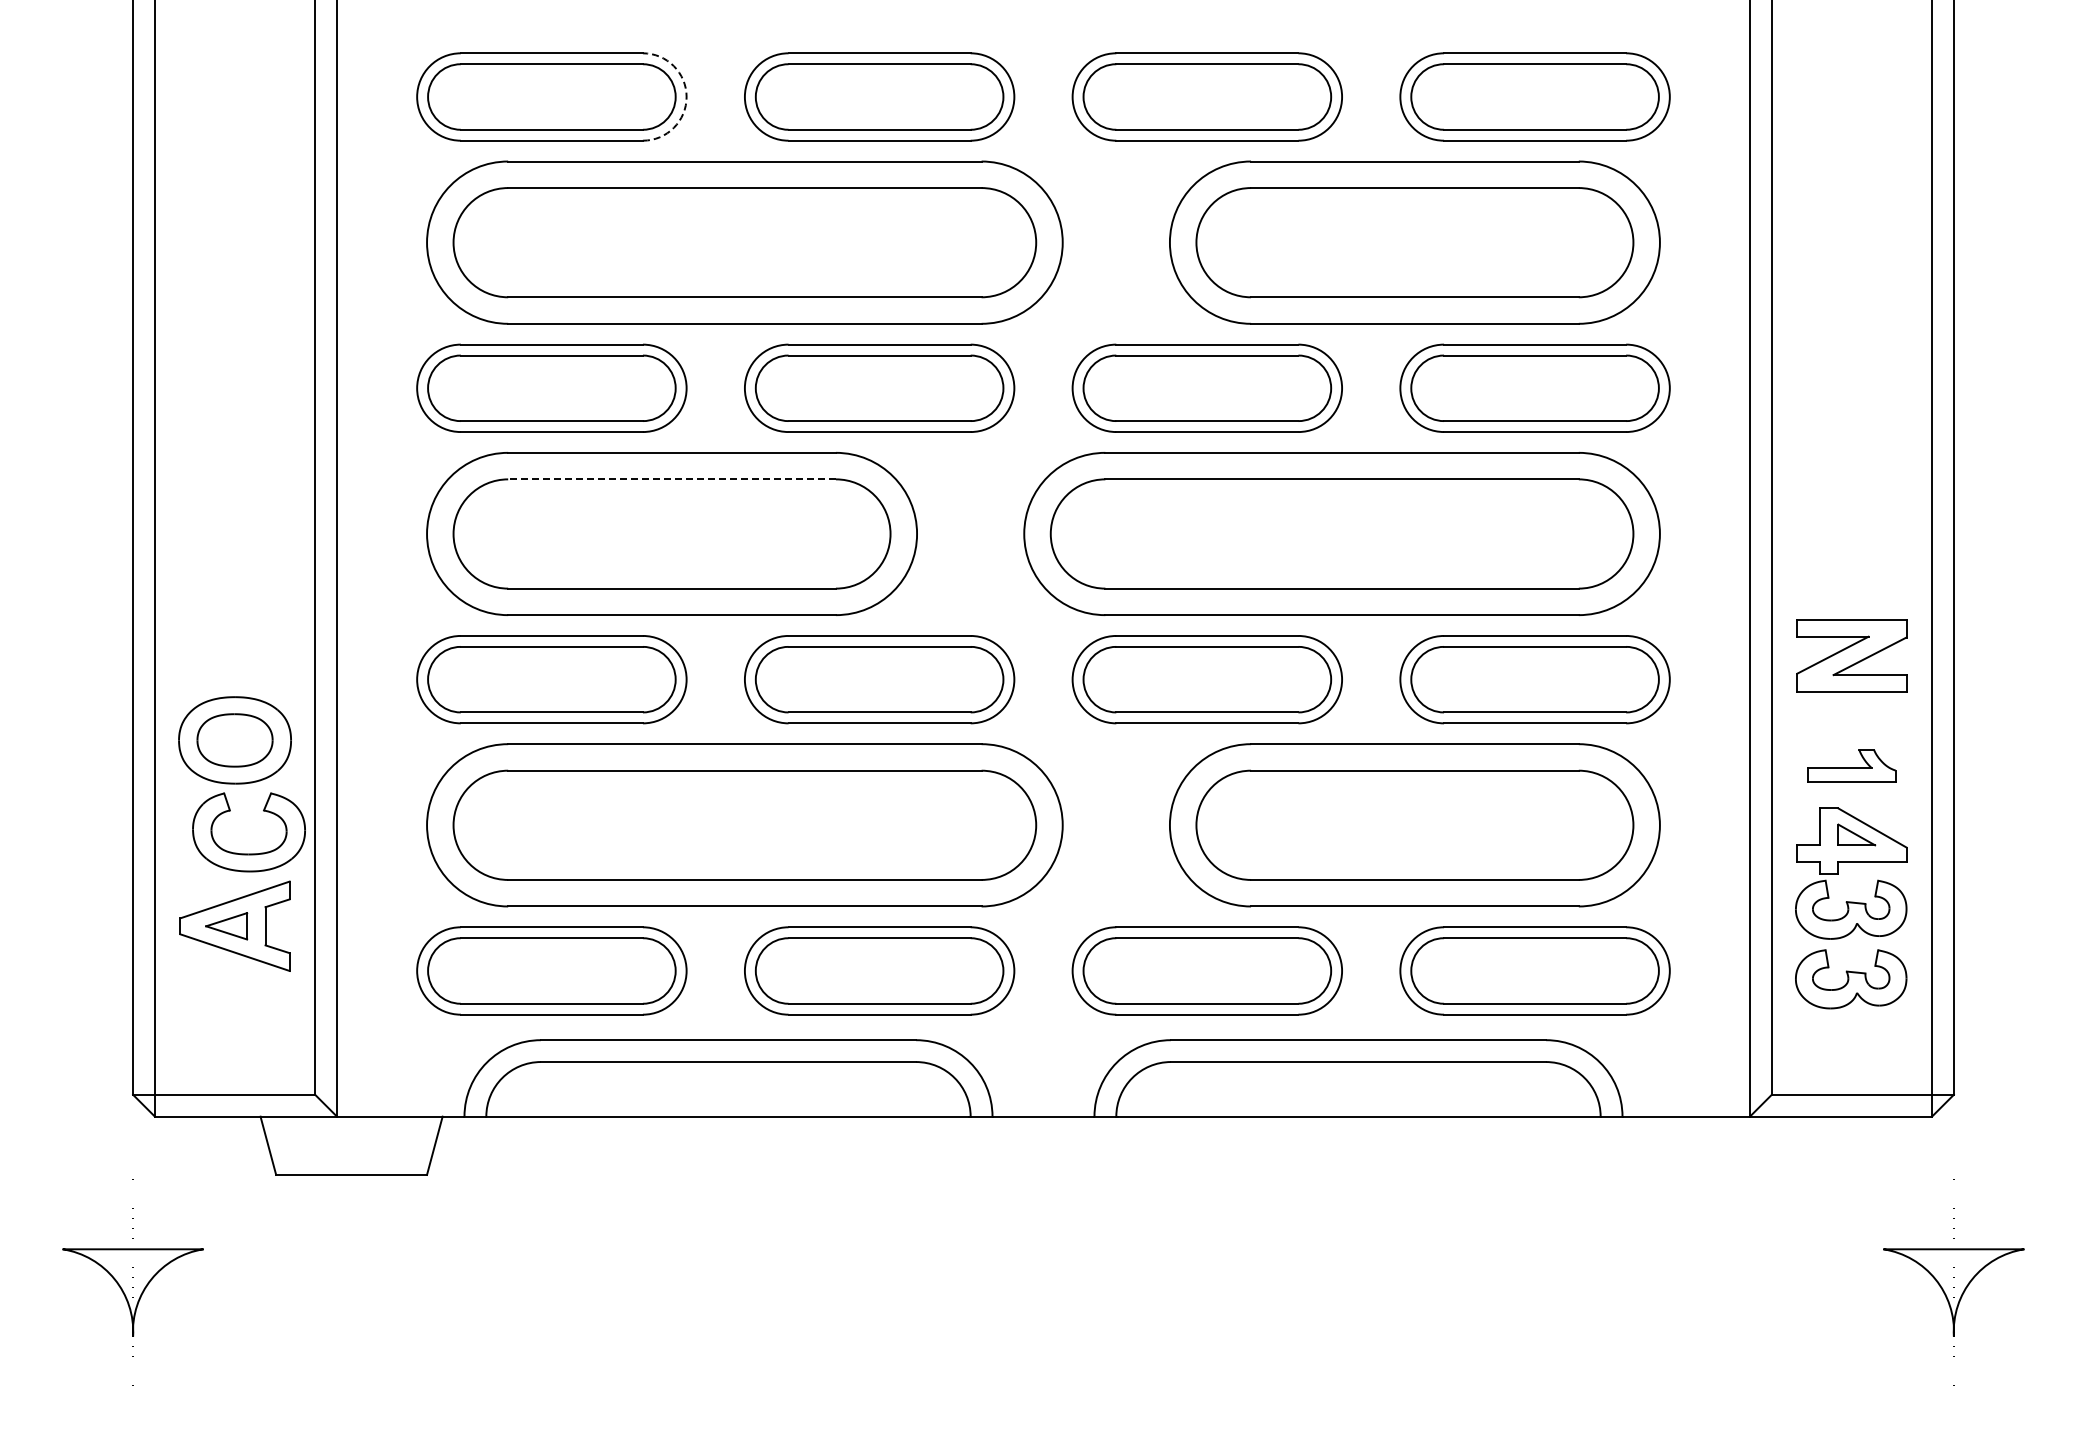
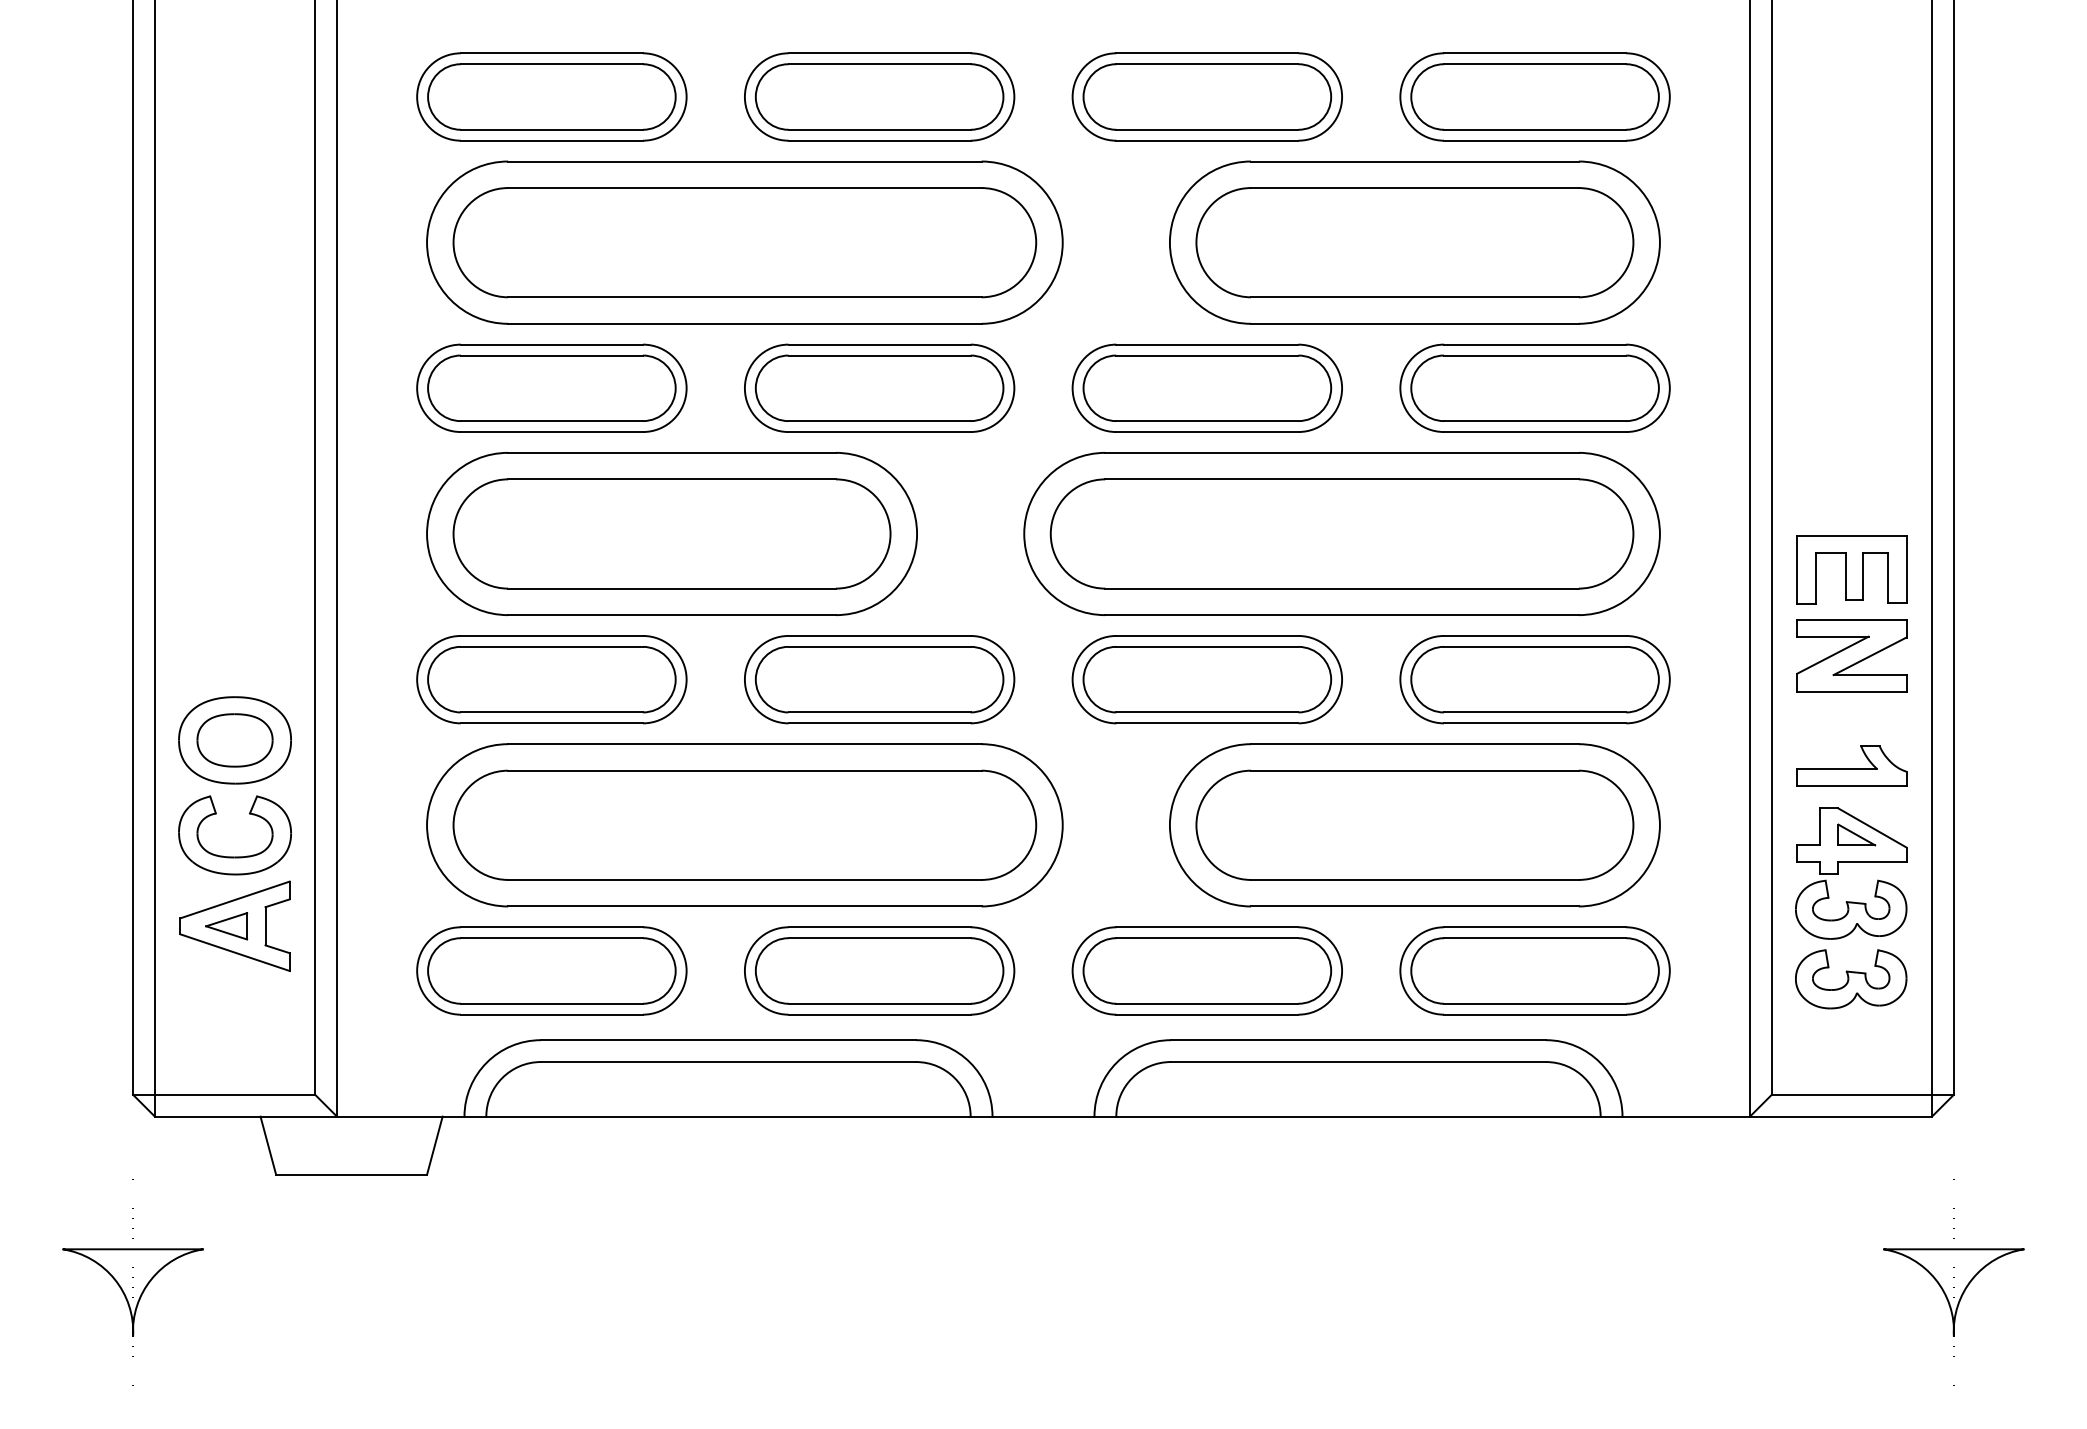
arc at (686, 97): dashed -> solid
line at (672, 479): dashed -> solid
part at (1851, 569): none -> present
part at (1851, 765) size: 90x34 px -> 112x42 px
part at (248, 853) position: (248, 853) -> (234, 856)
